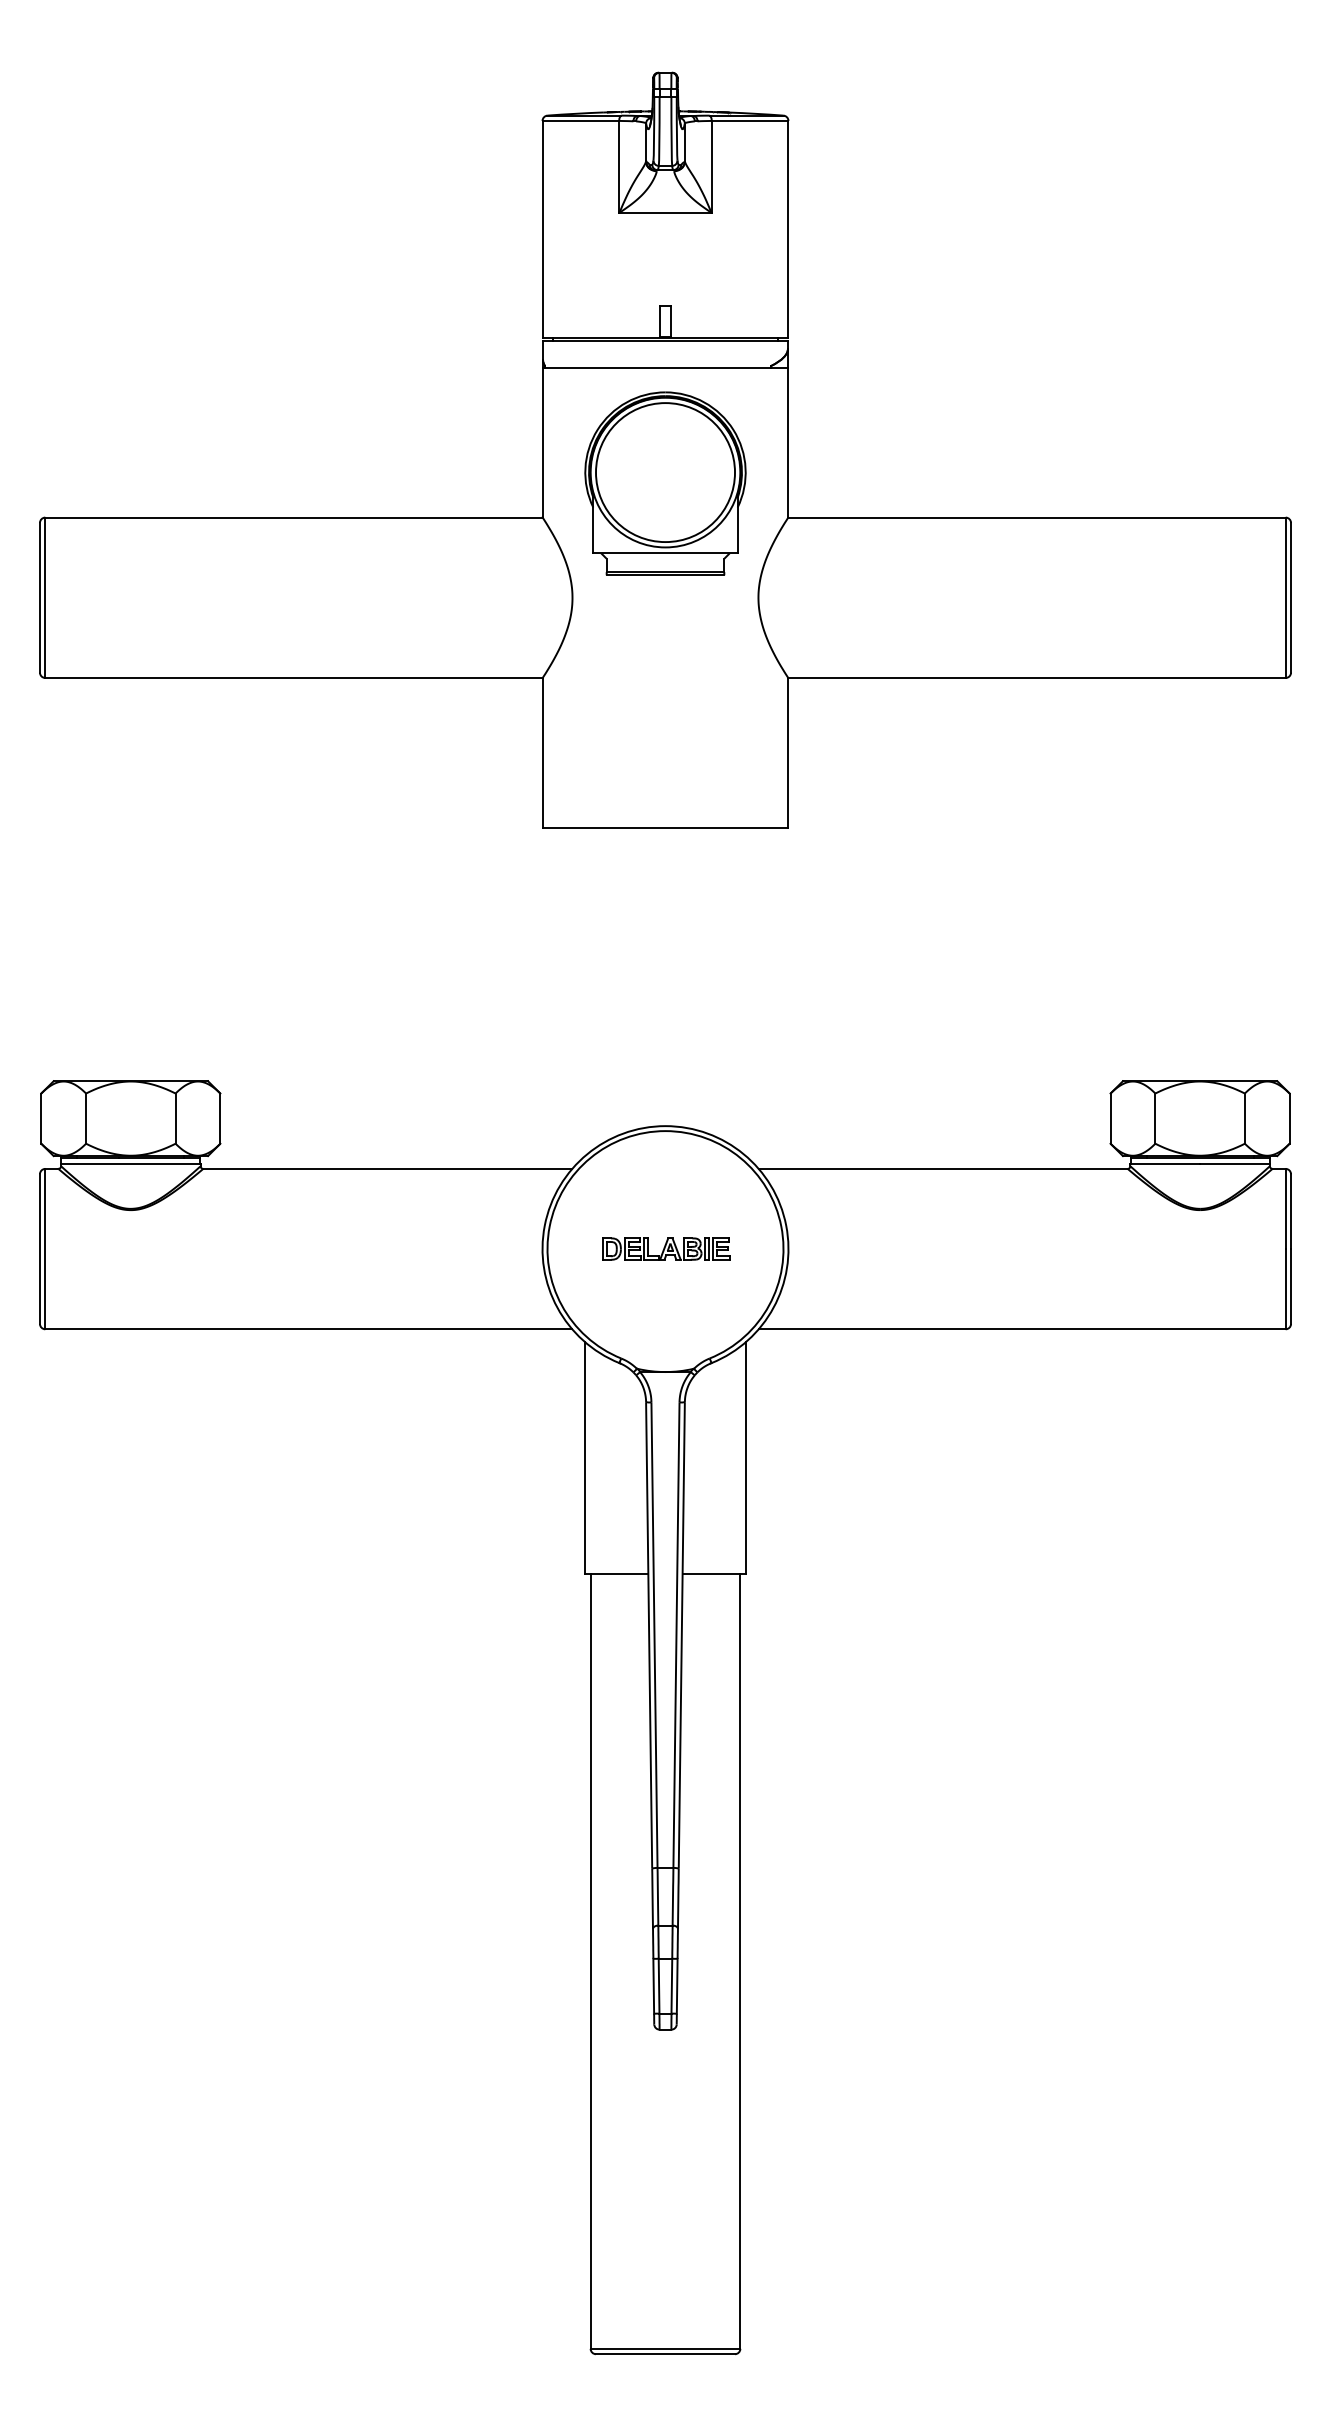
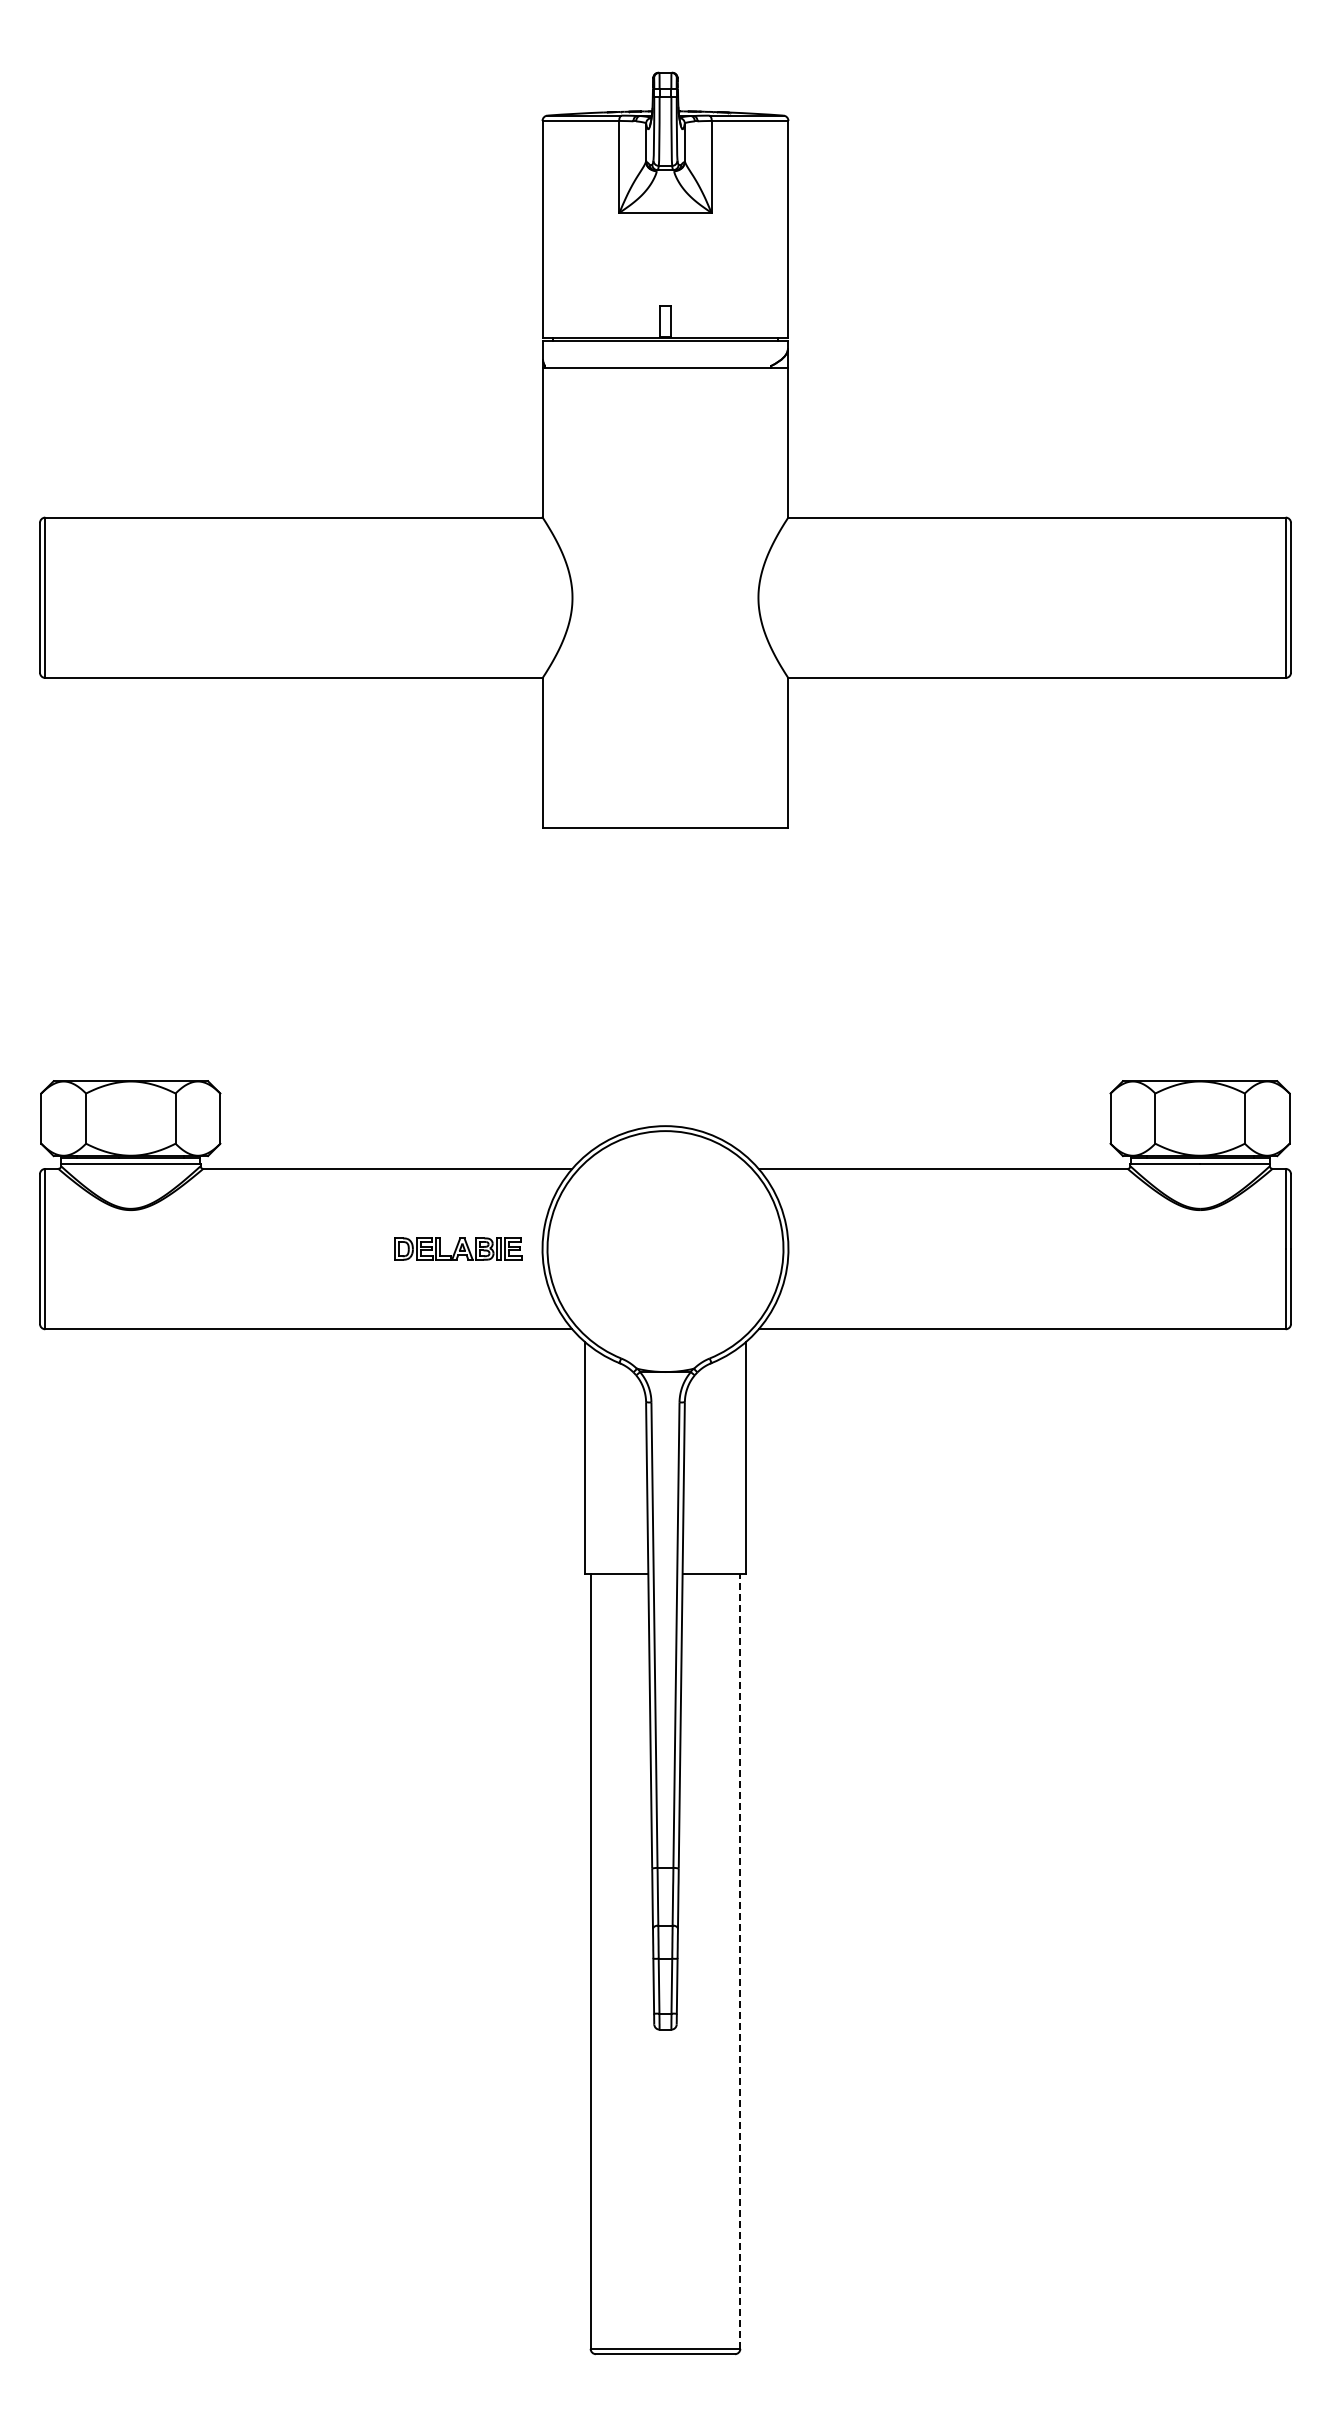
part at (665, 483): present -> none
part at (666, 1248) position: (666, 1248) -> (458, 1248)
line at (740, 1961): solid -> dashed
